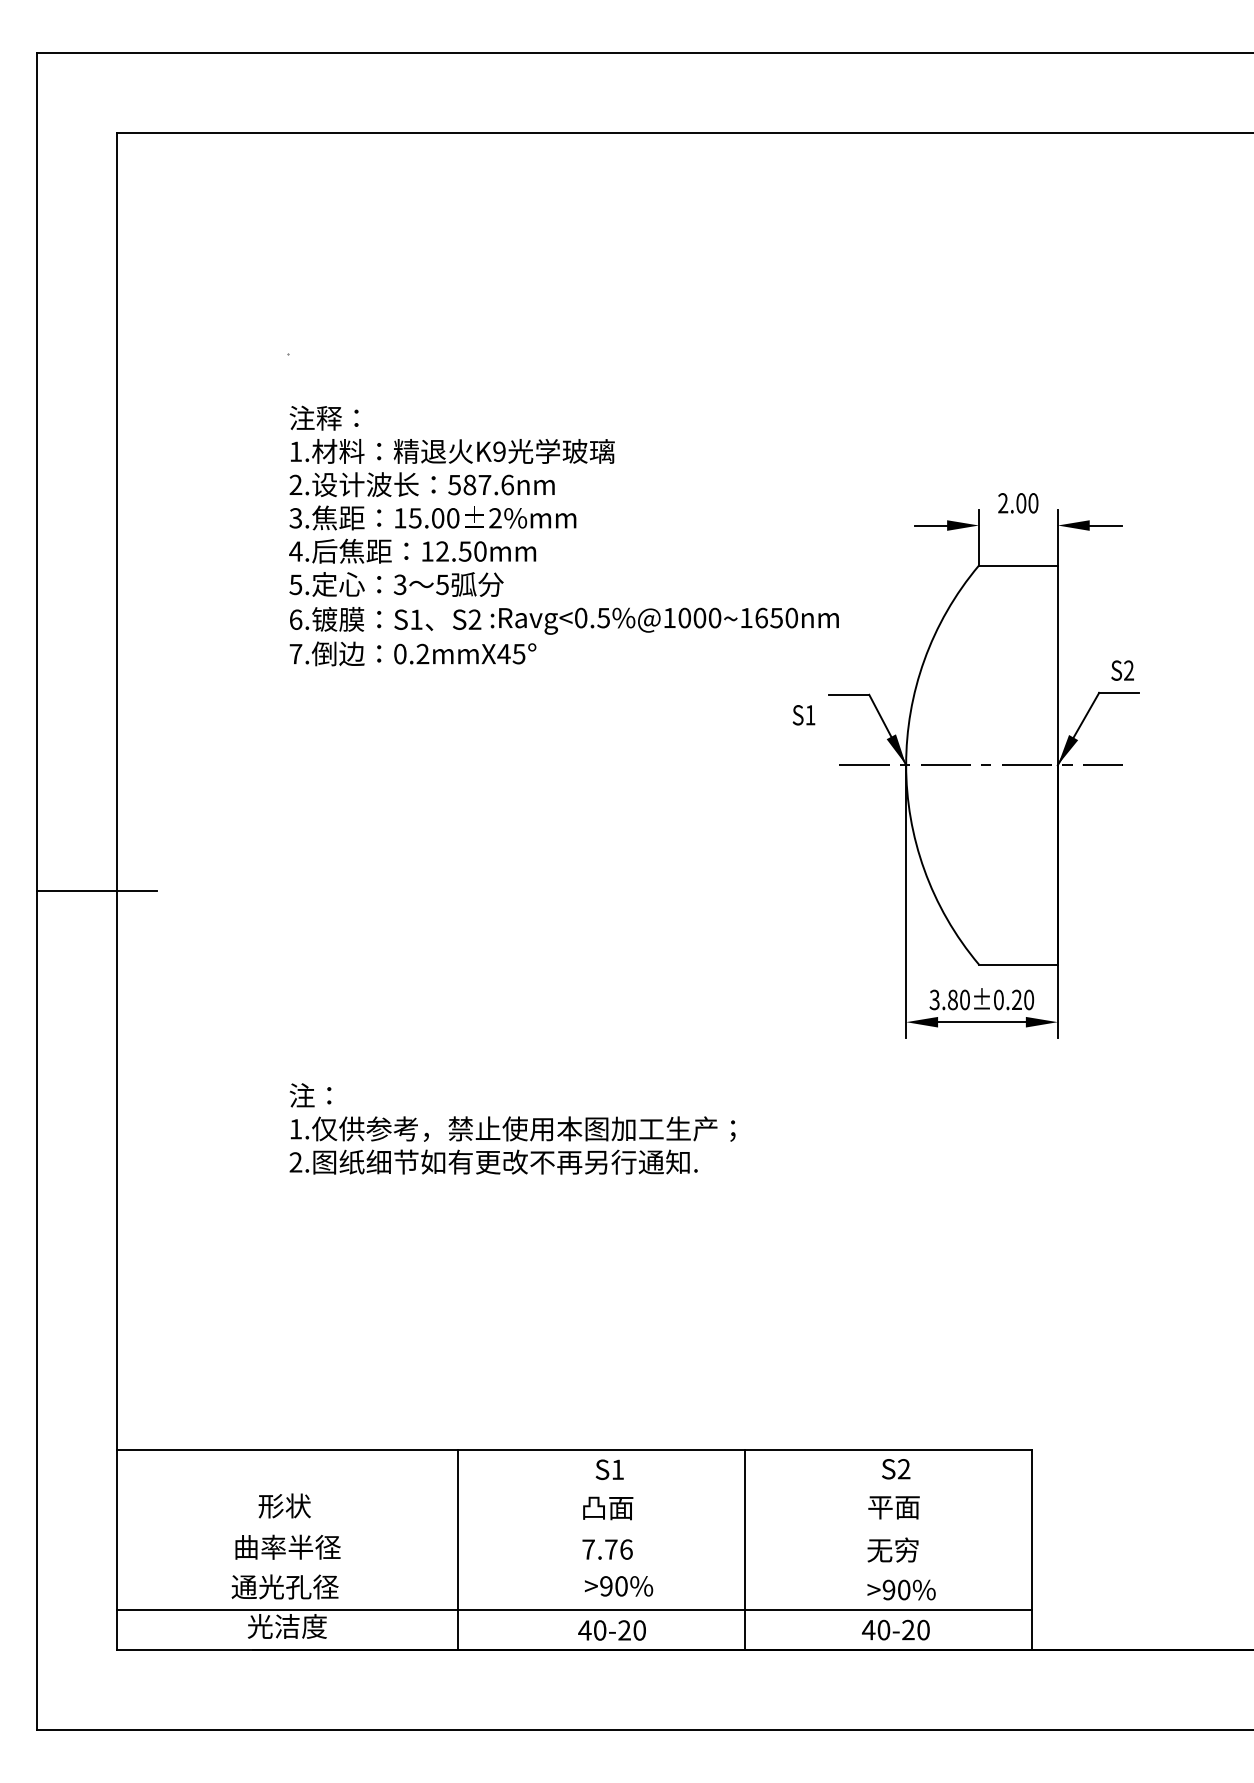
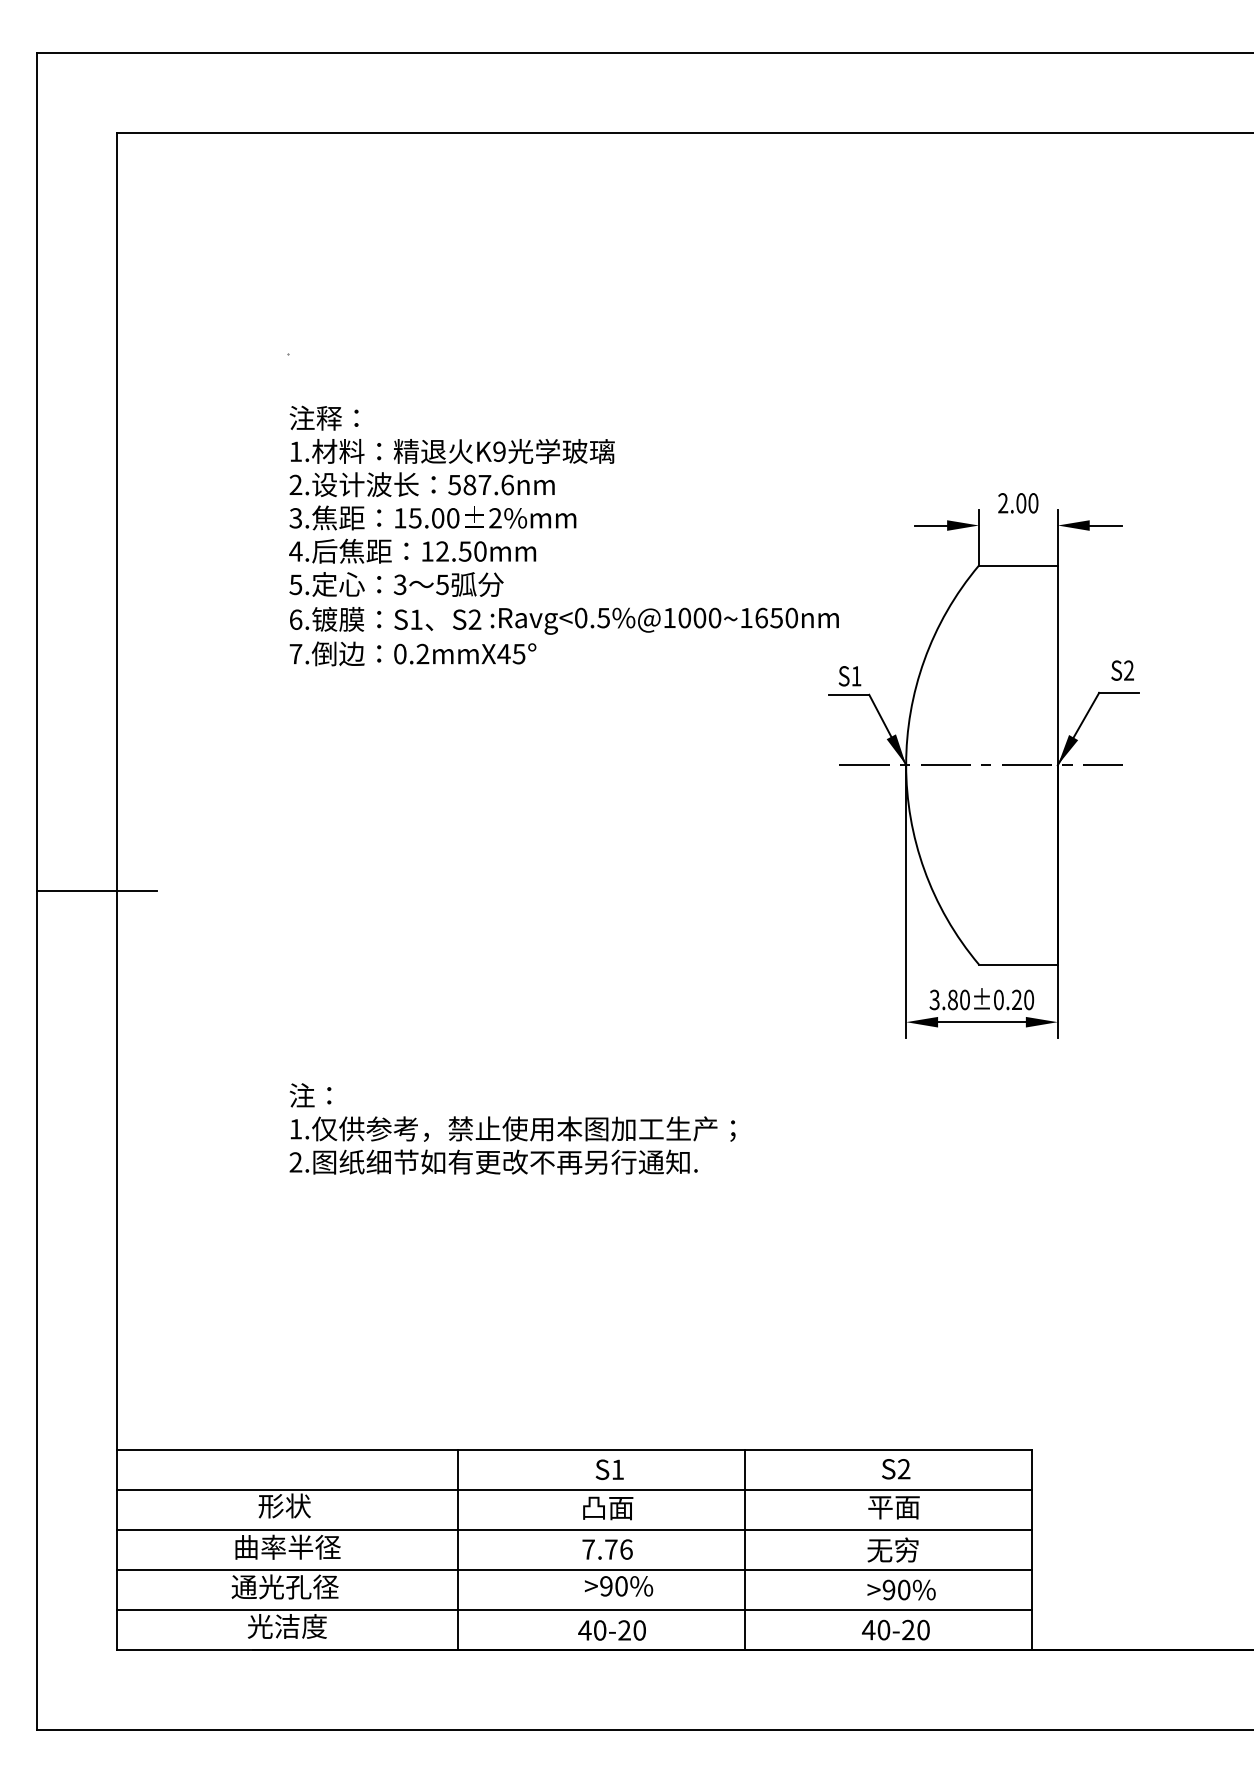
text at (803, 715) position: (803, 715) -> (849, 676)
line at (574, 1490): none -> present
line at (574, 1529): none -> present
line at (574, 1569): none -> present
